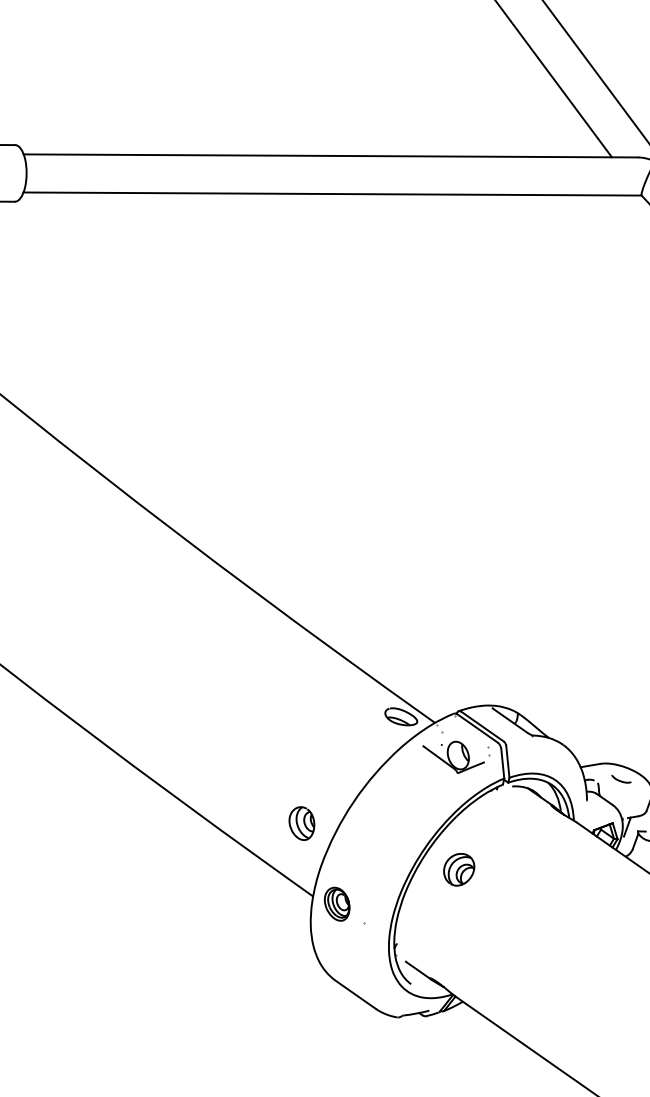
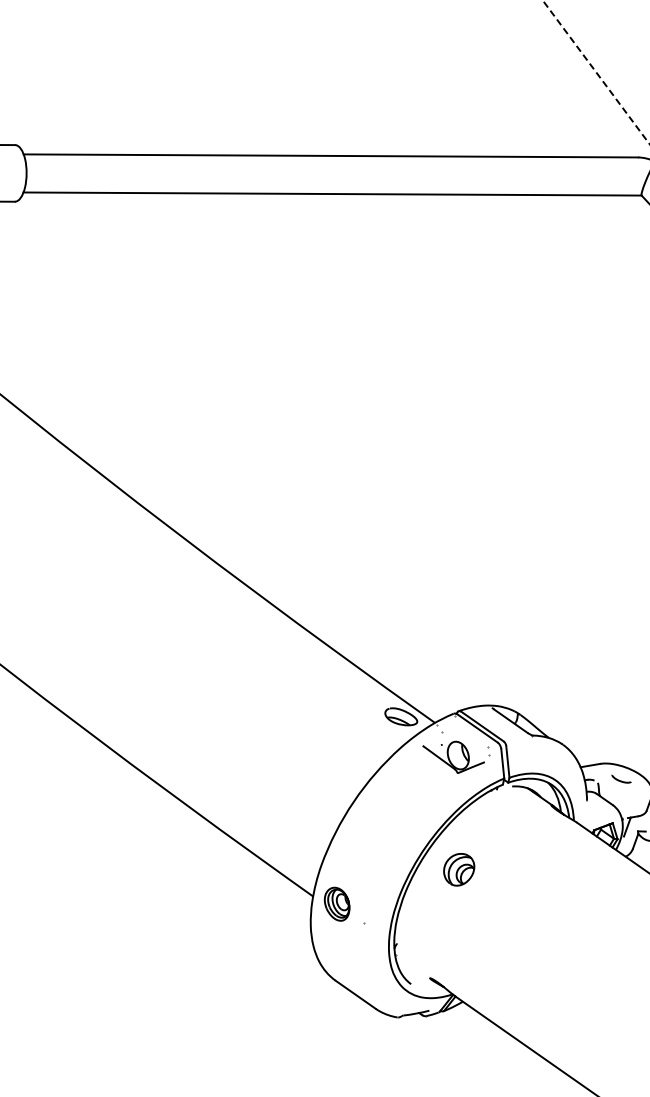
line at (595, 71): solid -> dashed
line at (553, 79): present -> none
part at (301, 823): present -> none
line at (418, 970): present -> none
